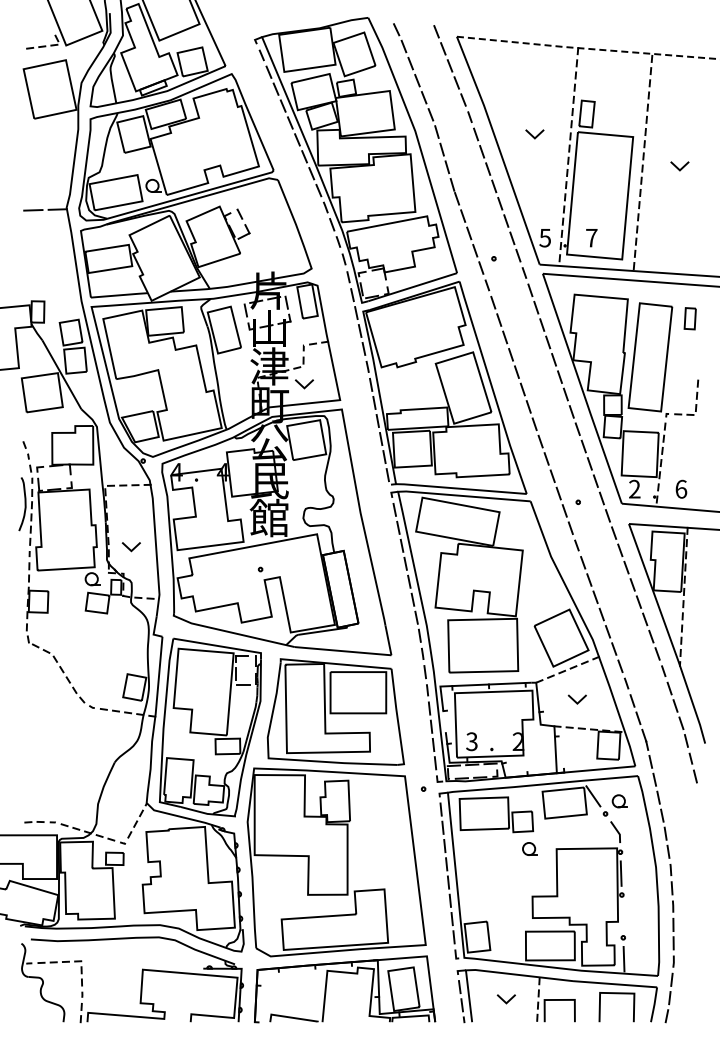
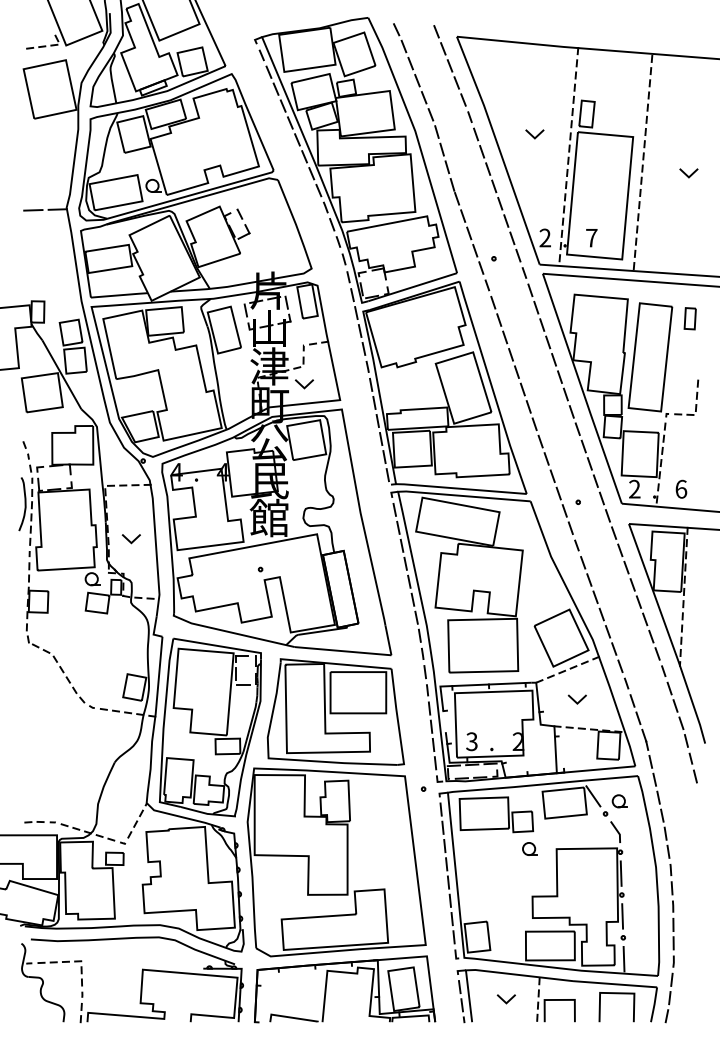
line at (588, 48): dashed -> solid
line at (678, 167) position: (678, 167) -> (687, 174)
text at (544, 237): 5 -> 2
line at (129, 547) position: (129, 547) -> (129, 539)
line at (622, 916): none -> present
